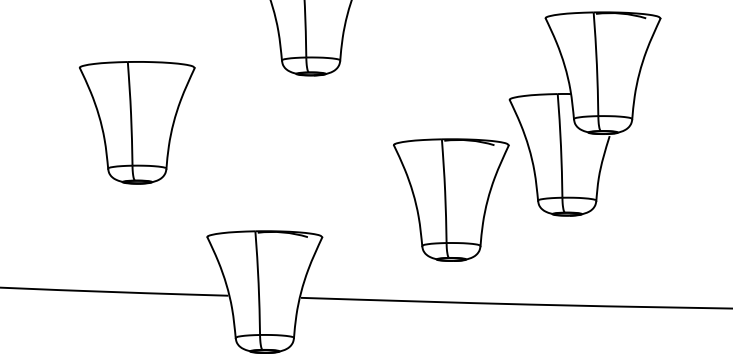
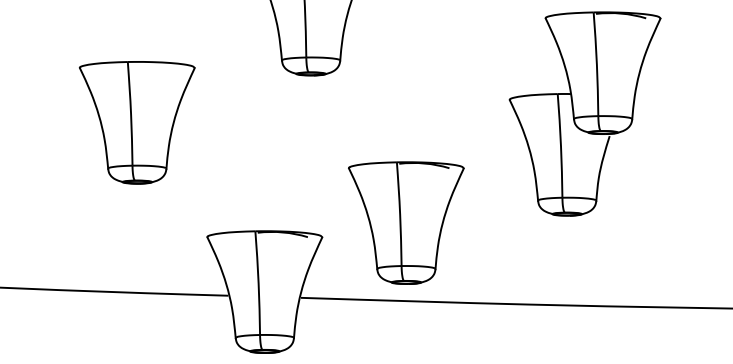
part at (451, 199) position: (451, 199) -> (406, 222)
